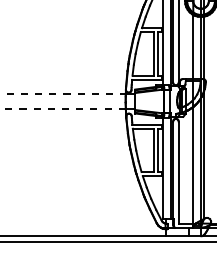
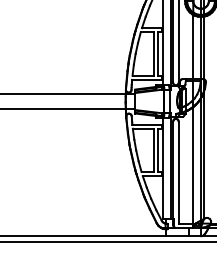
line at (63, 94): dashed -> solid
line at (62, 108): dashed -> solid
